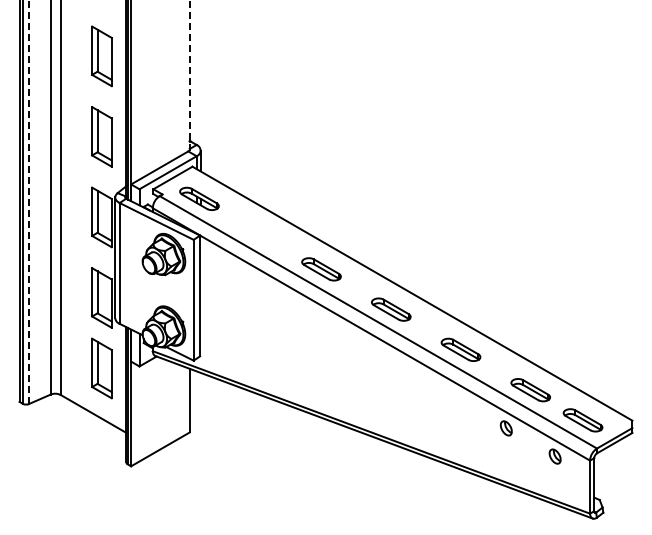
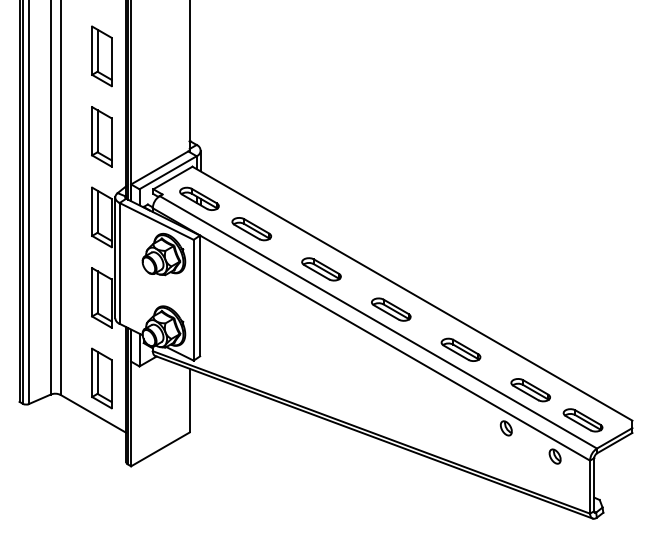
line at (189, 75): dashed -> solid
line at (28, 202): dashed -> solid
part at (251, 229): none -> present
part at (101, 368) position: (101, 368) -> (101, 378)
